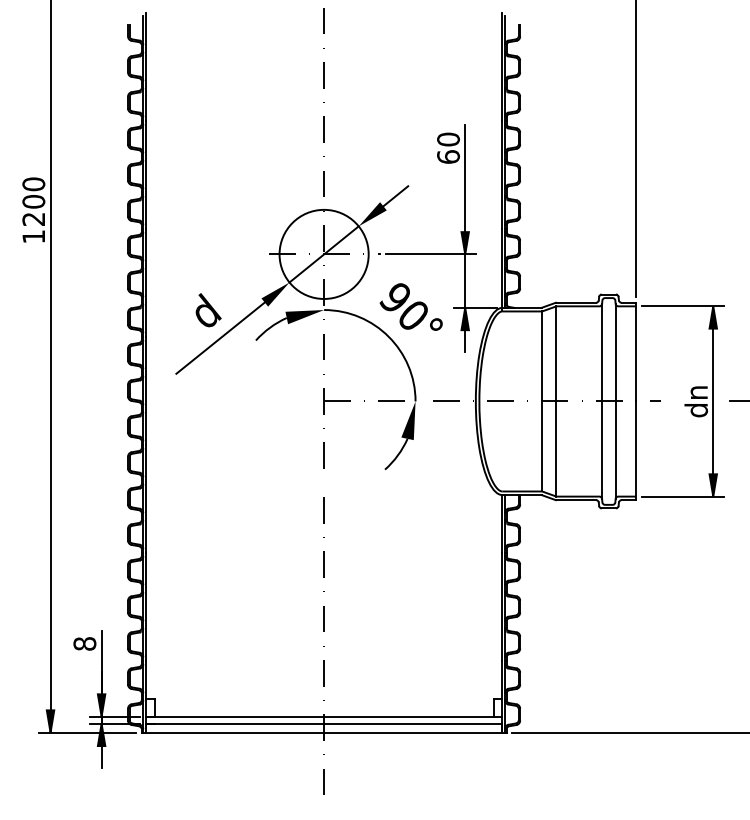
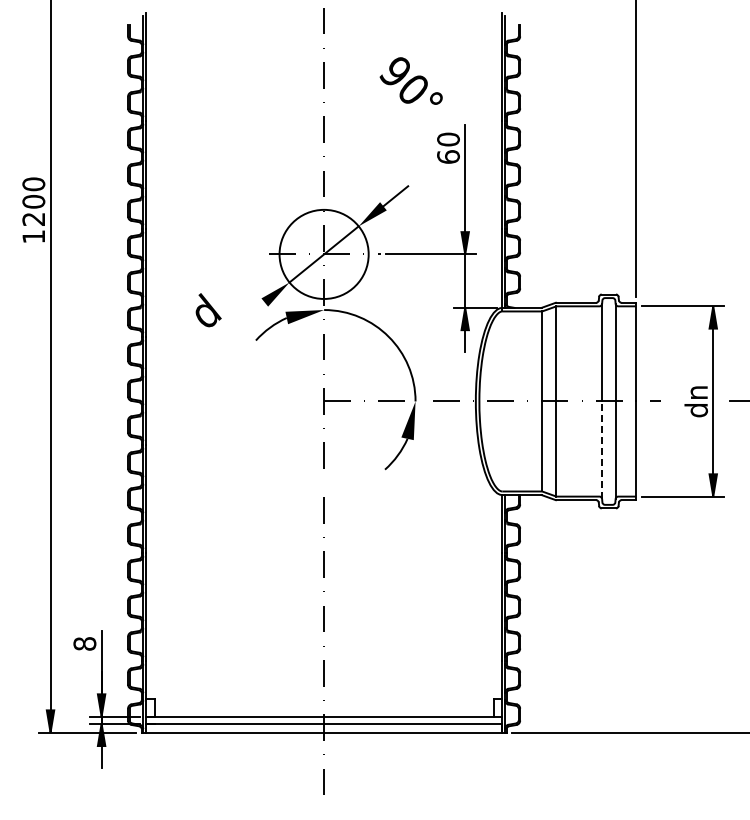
text at (410, 306) position: (410, 306) -> (410, 80)
line at (220, 337): present -> none
line at (602, 450): solid -> dashed
